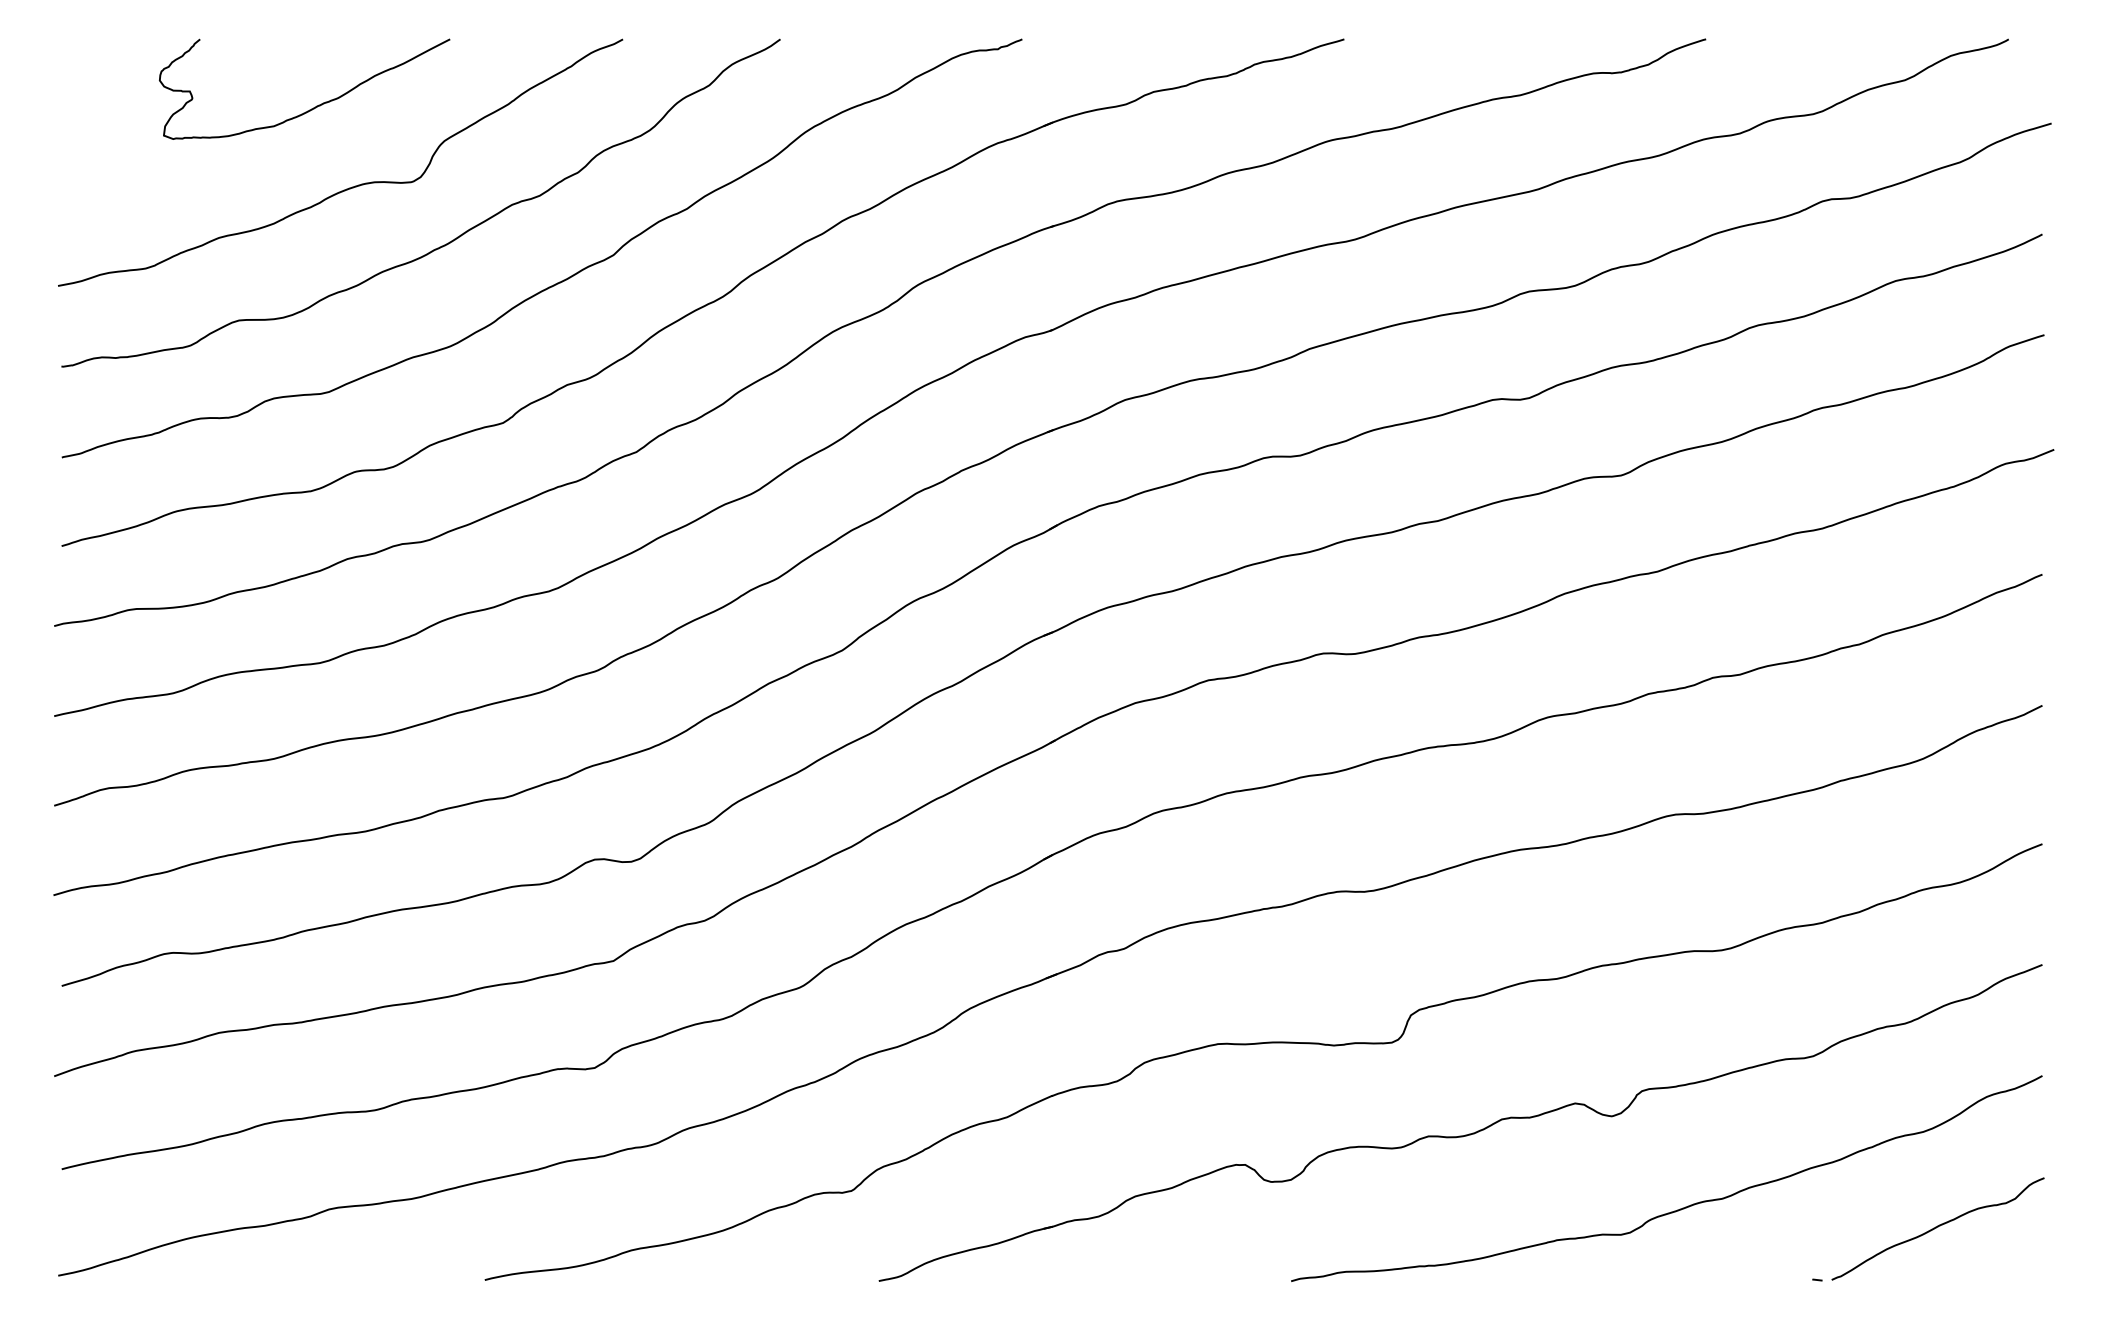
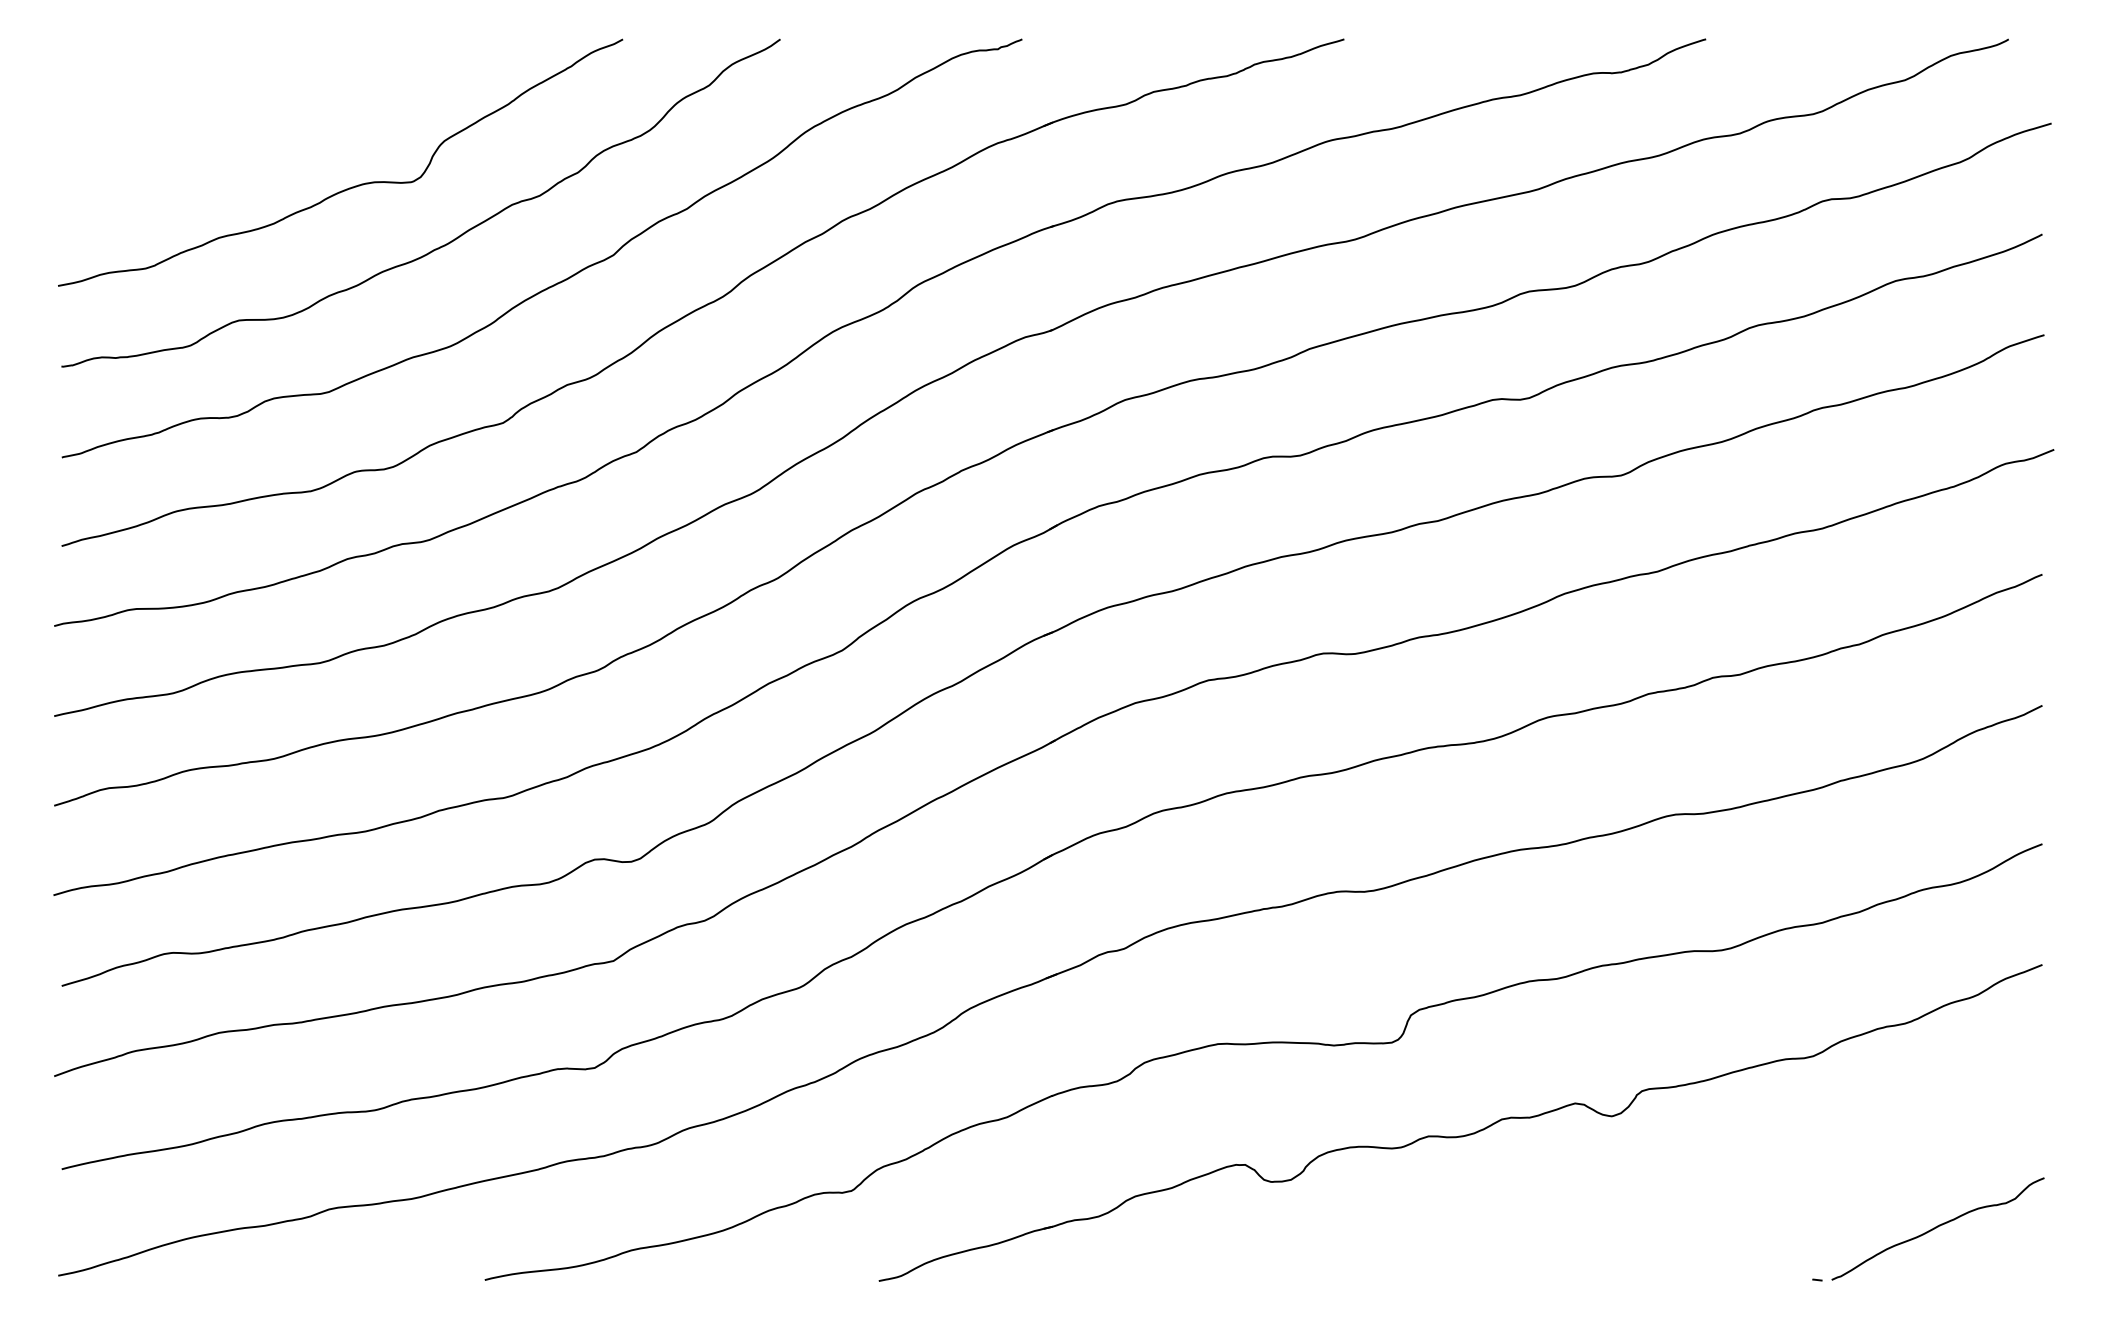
curve at (316, 105): present -> none
curve at (1677, 1209): present -> none
